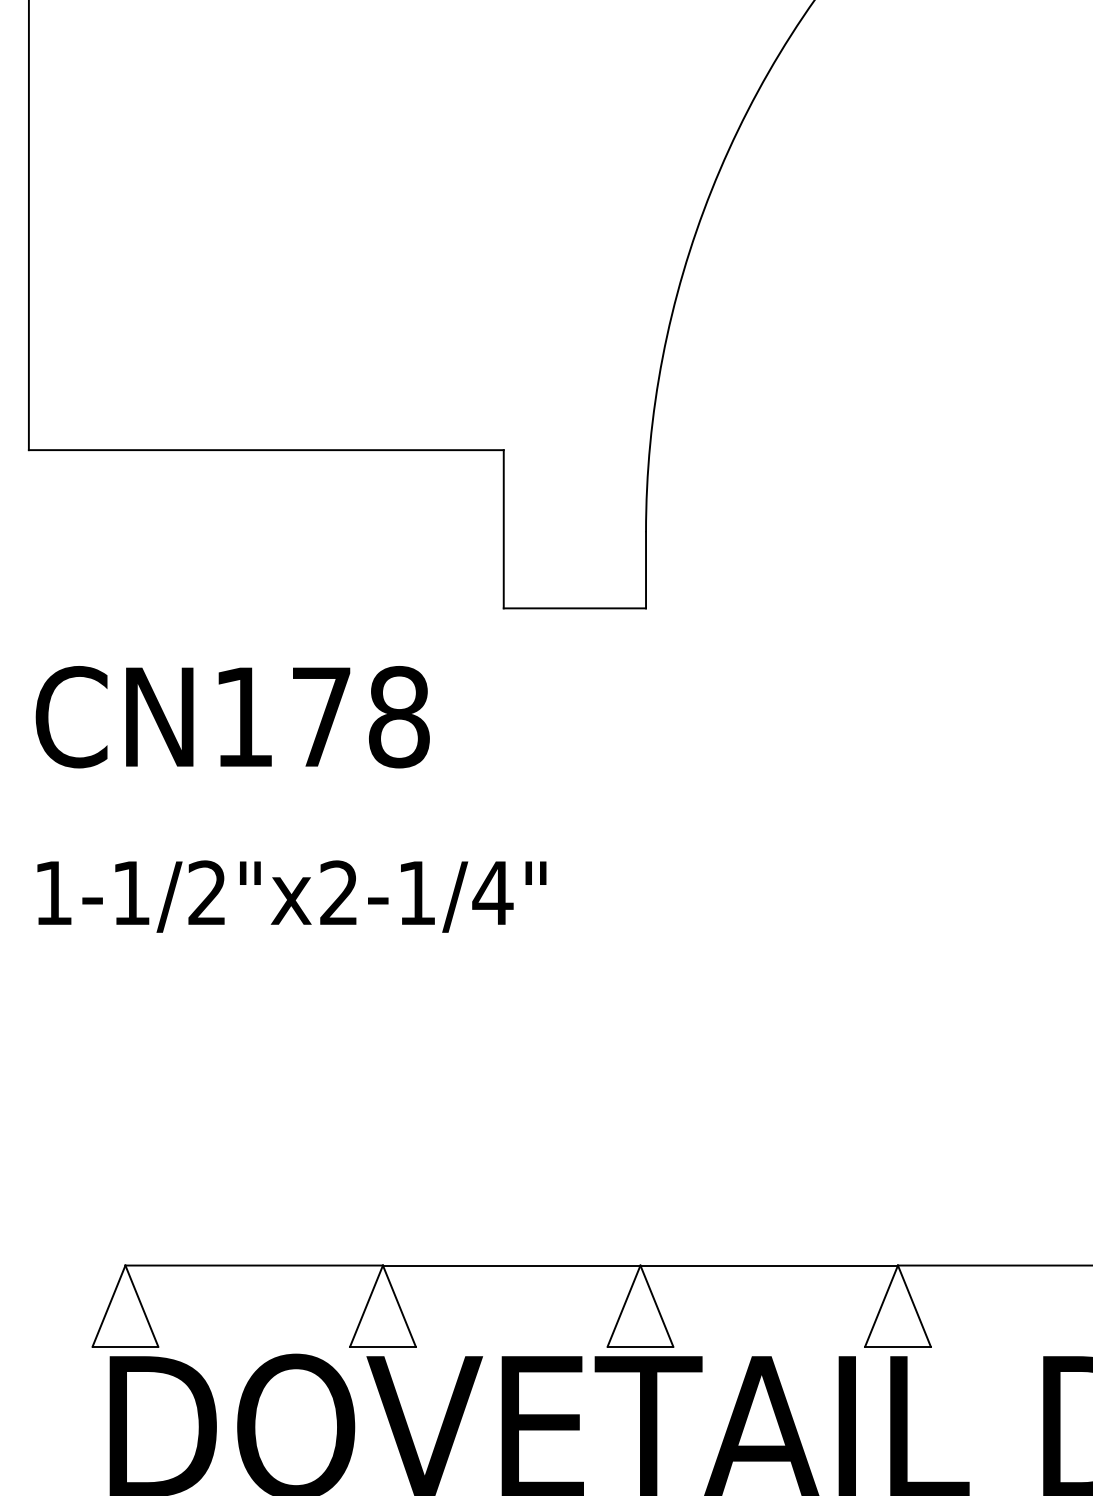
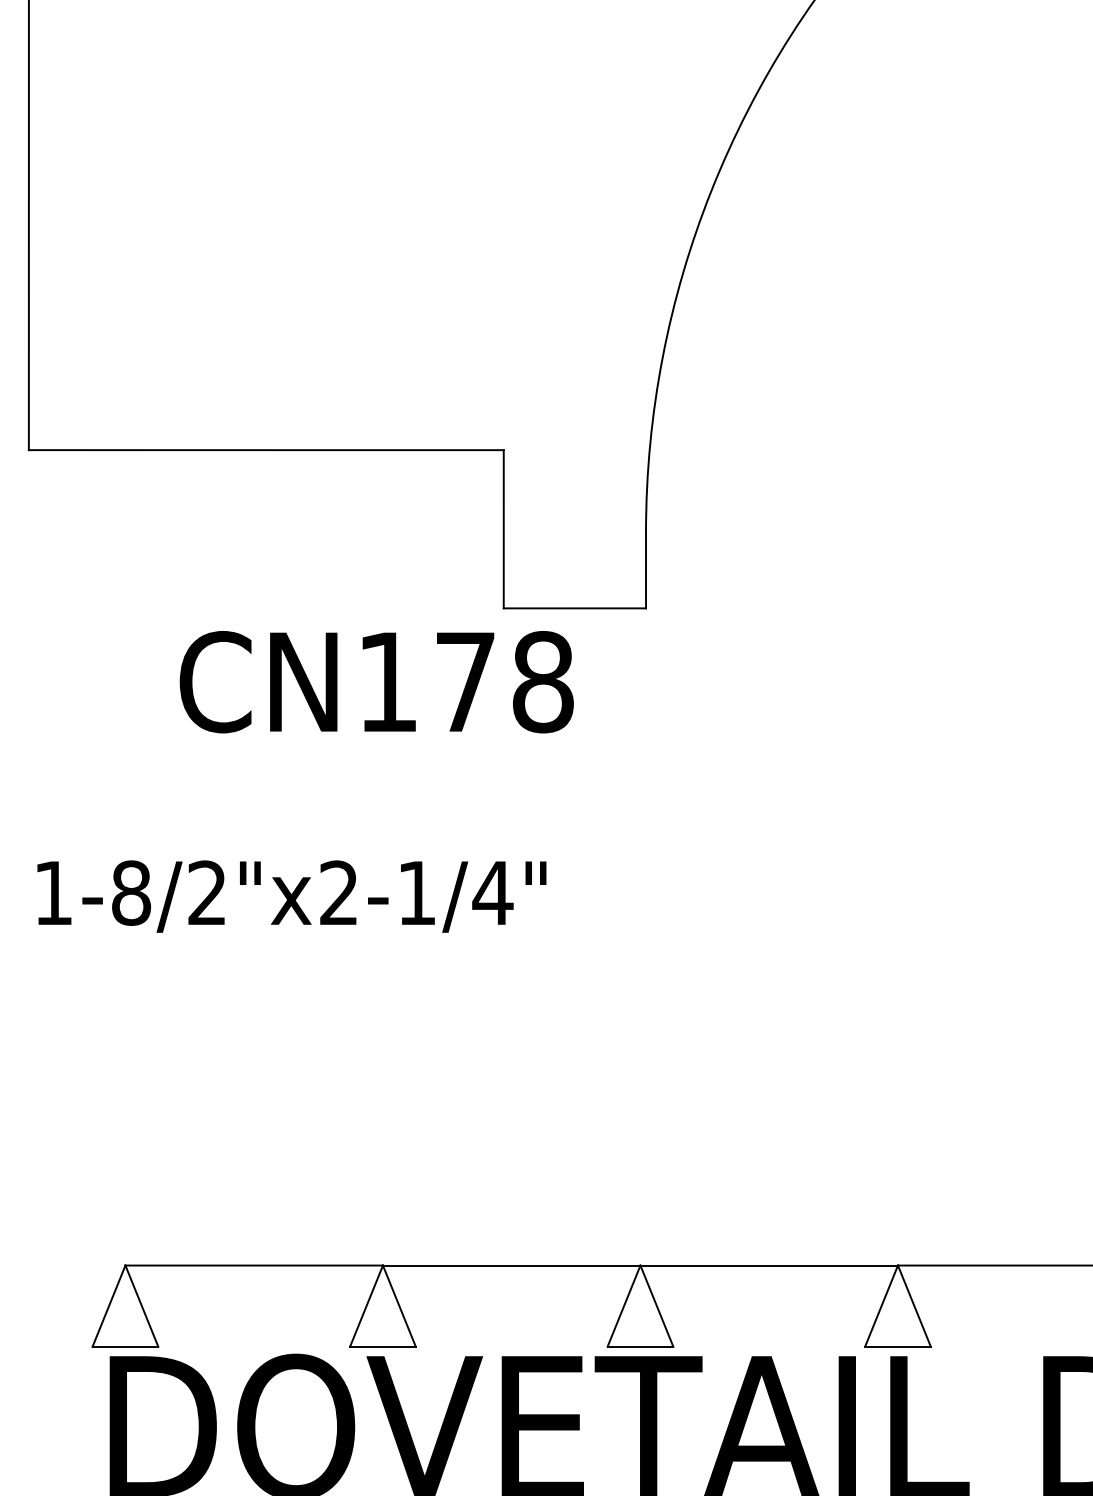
text at (232, 717) position: (232, 717) -> (376, 682)
text at (131, 892): 1-1/2"x2-1/4" -> 1-8/2"x2-1/4"
